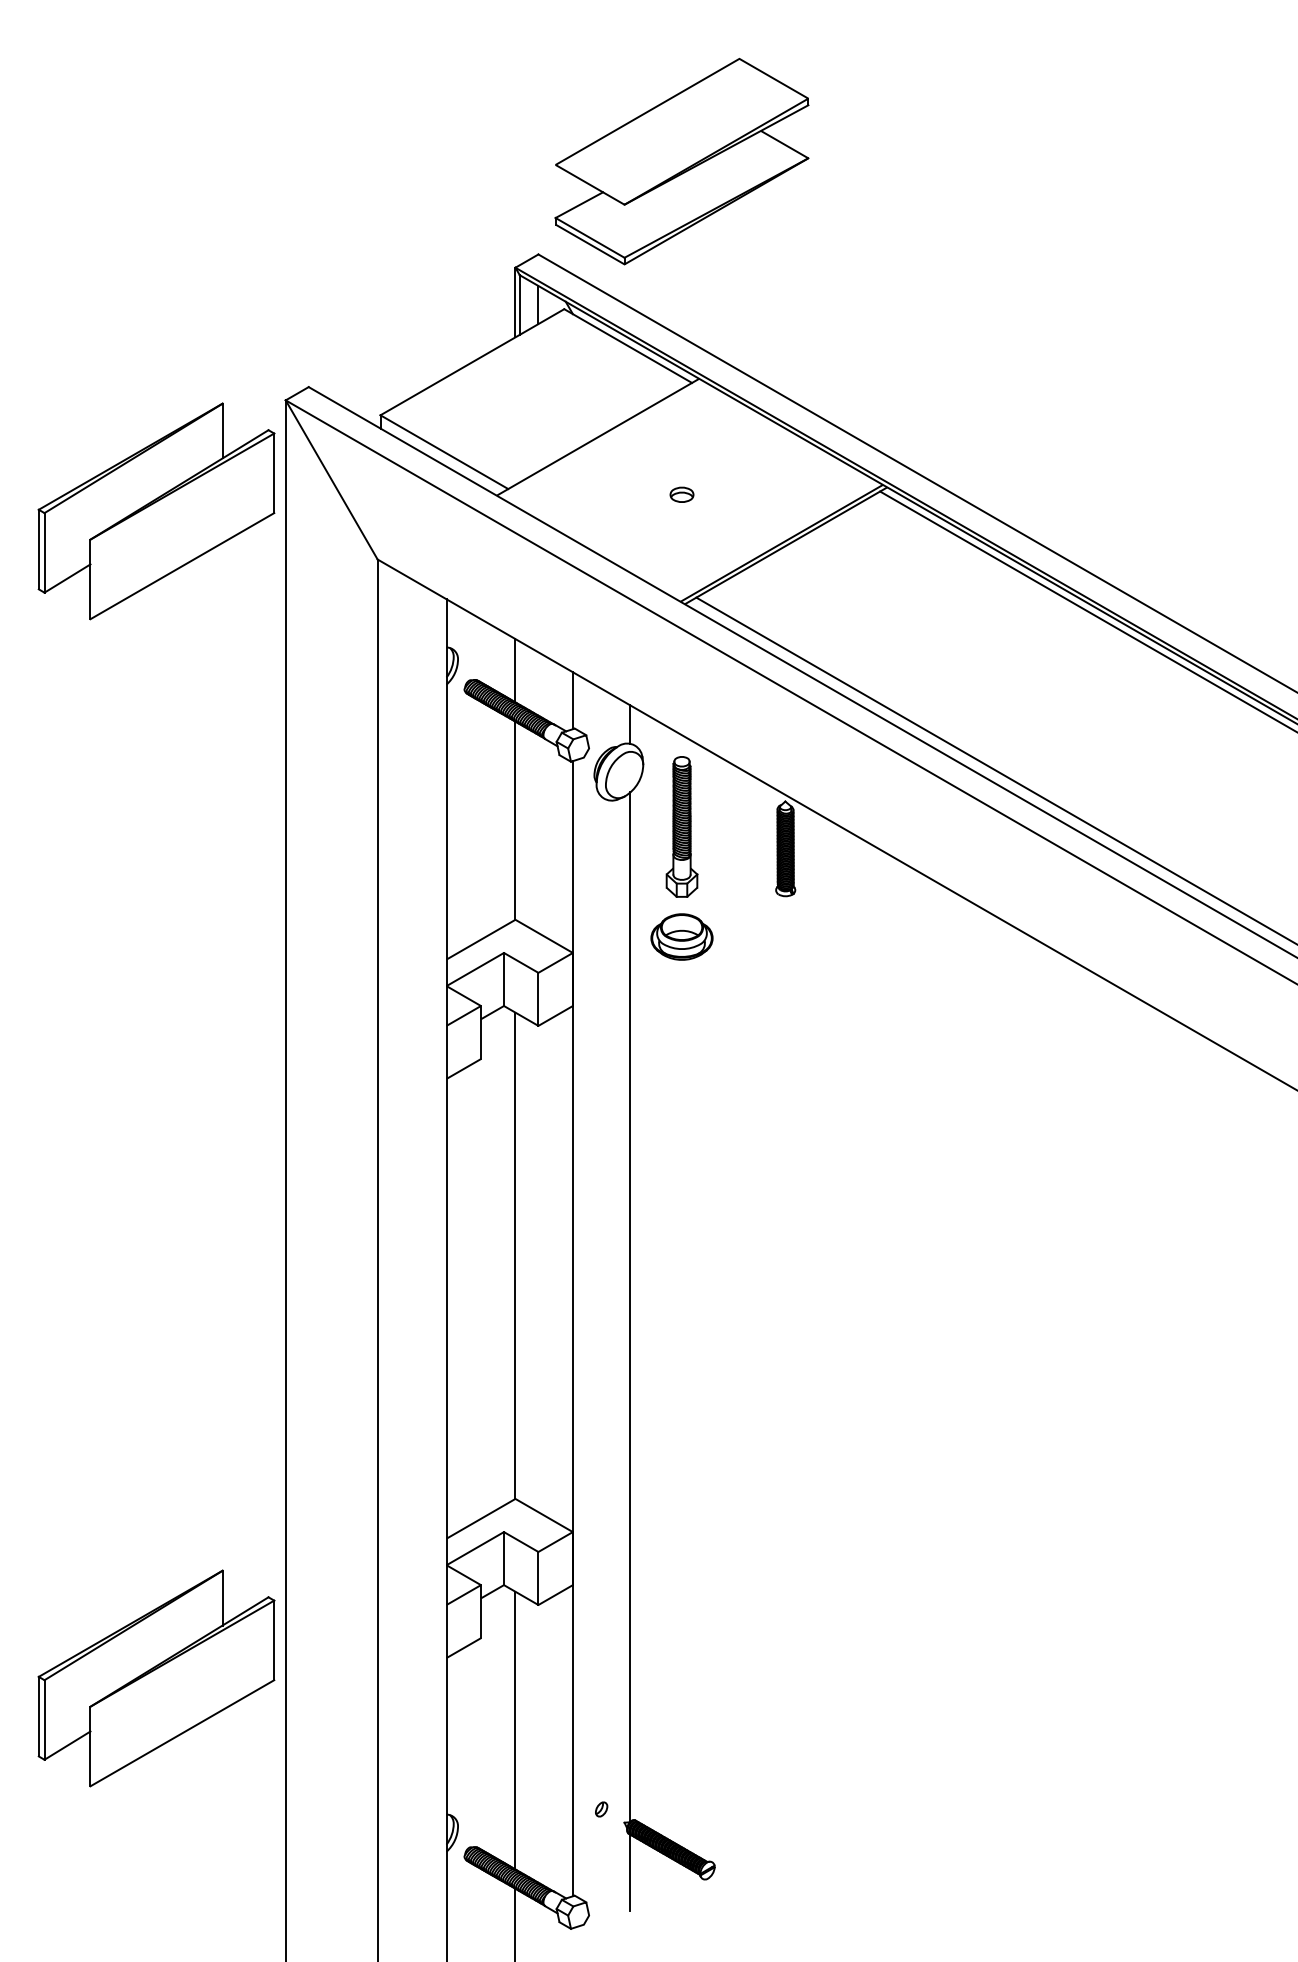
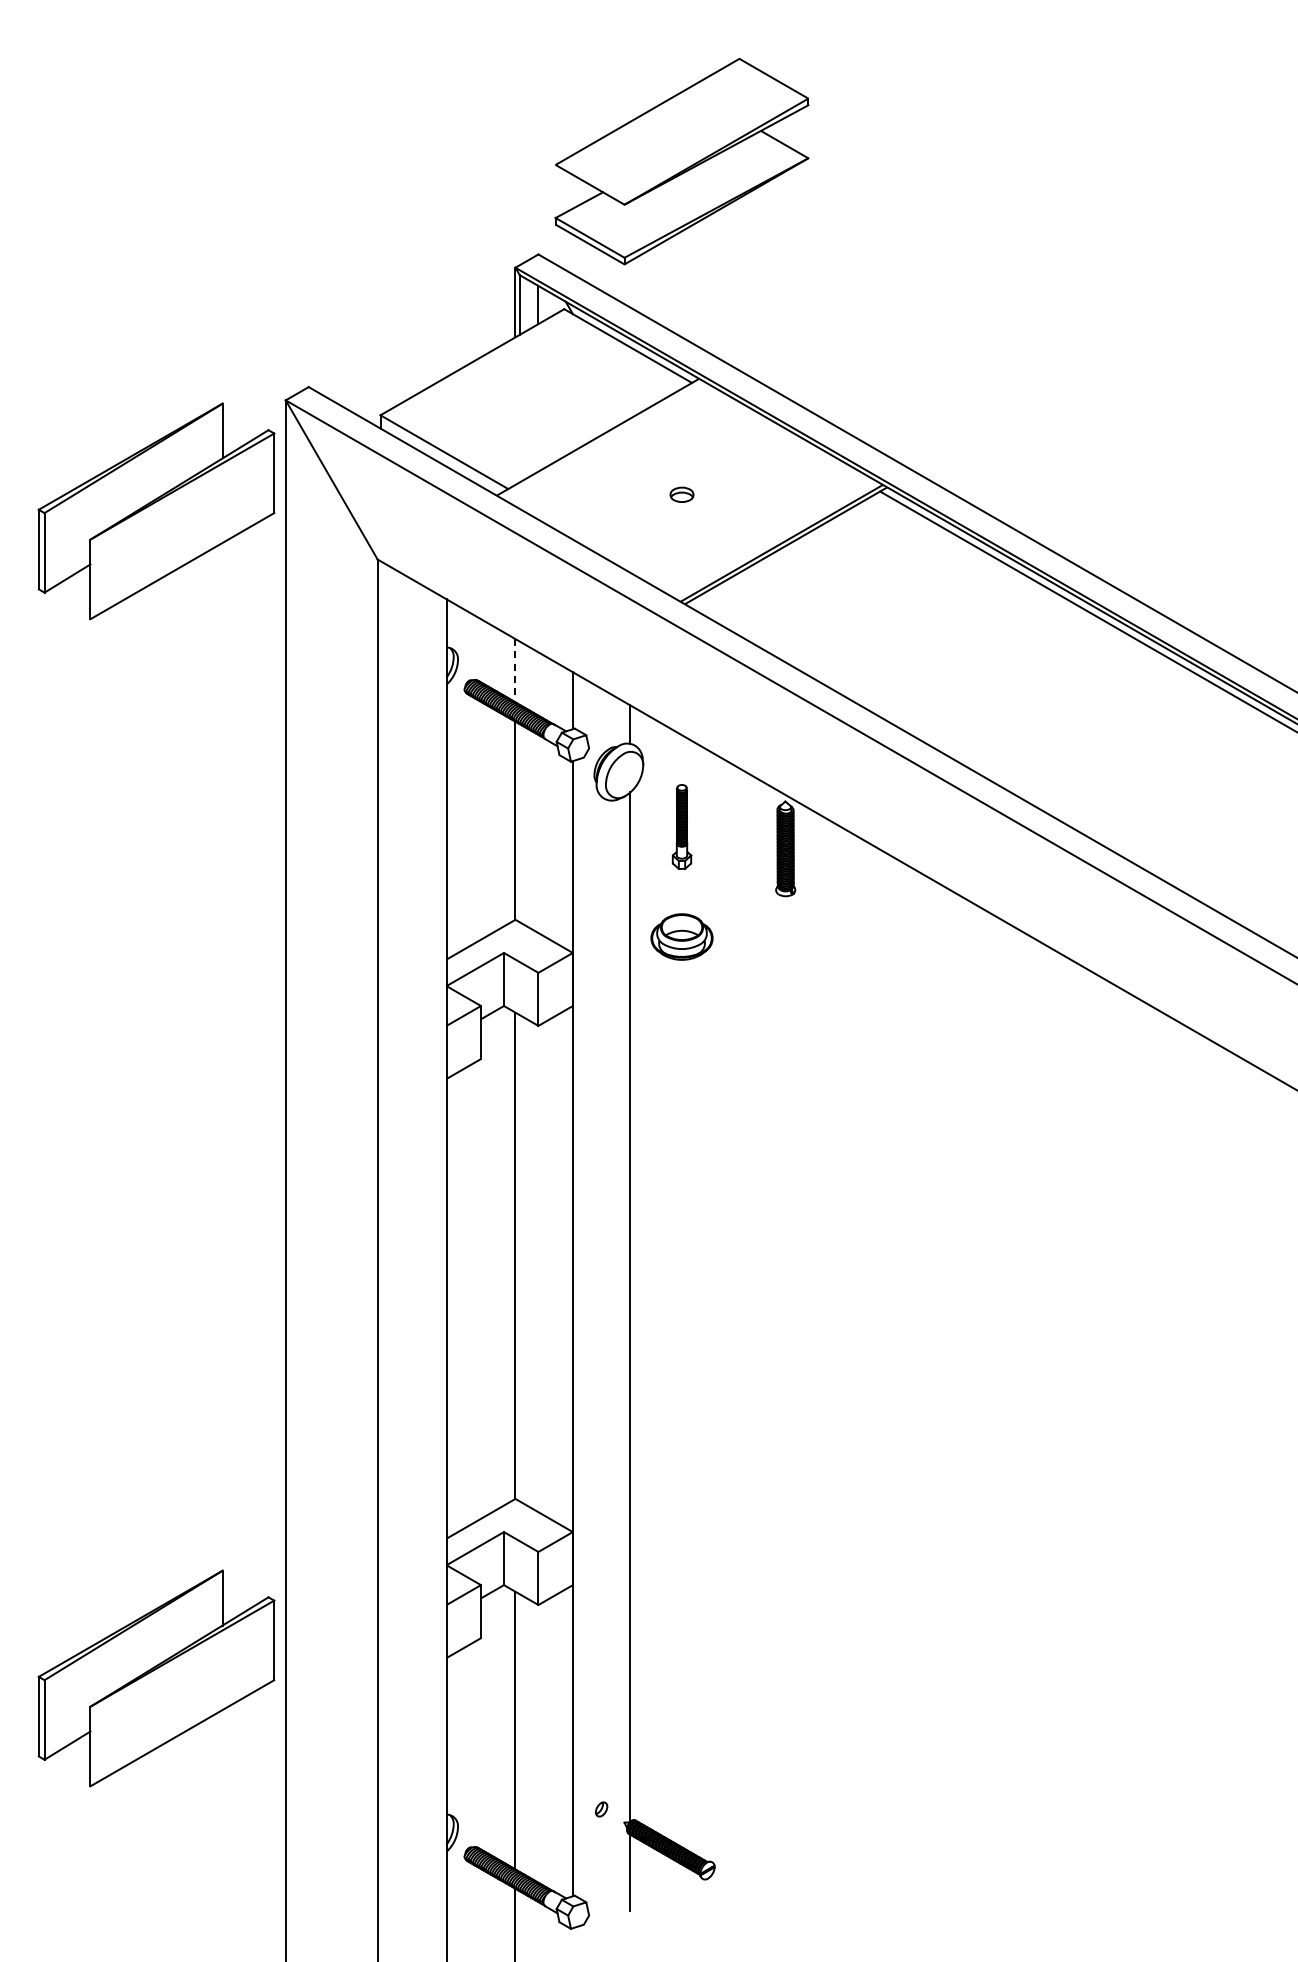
line at (515, 670): solid -> dashed
line at (995, 770): present -> none
part at (681, 826) size: 34x142 px -> 22x86 px
